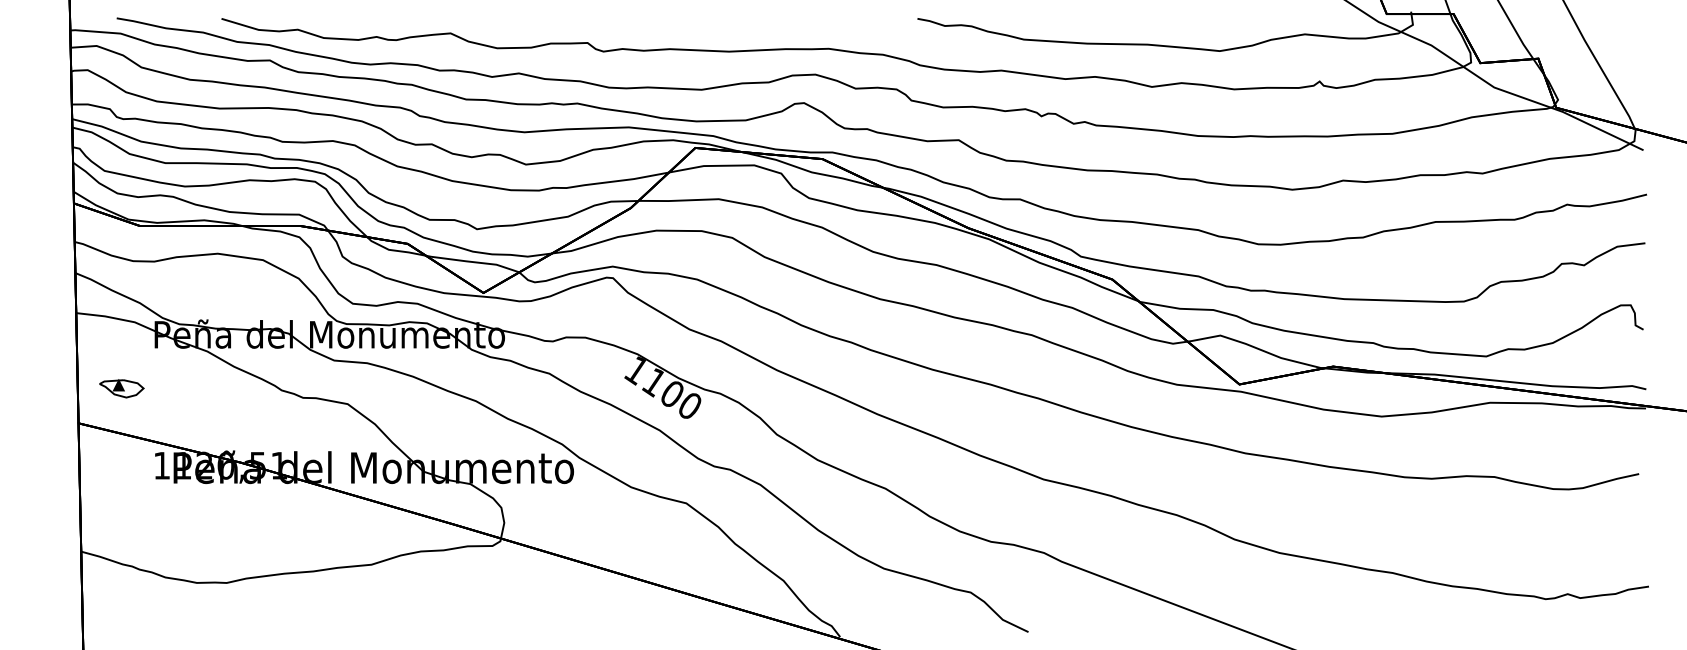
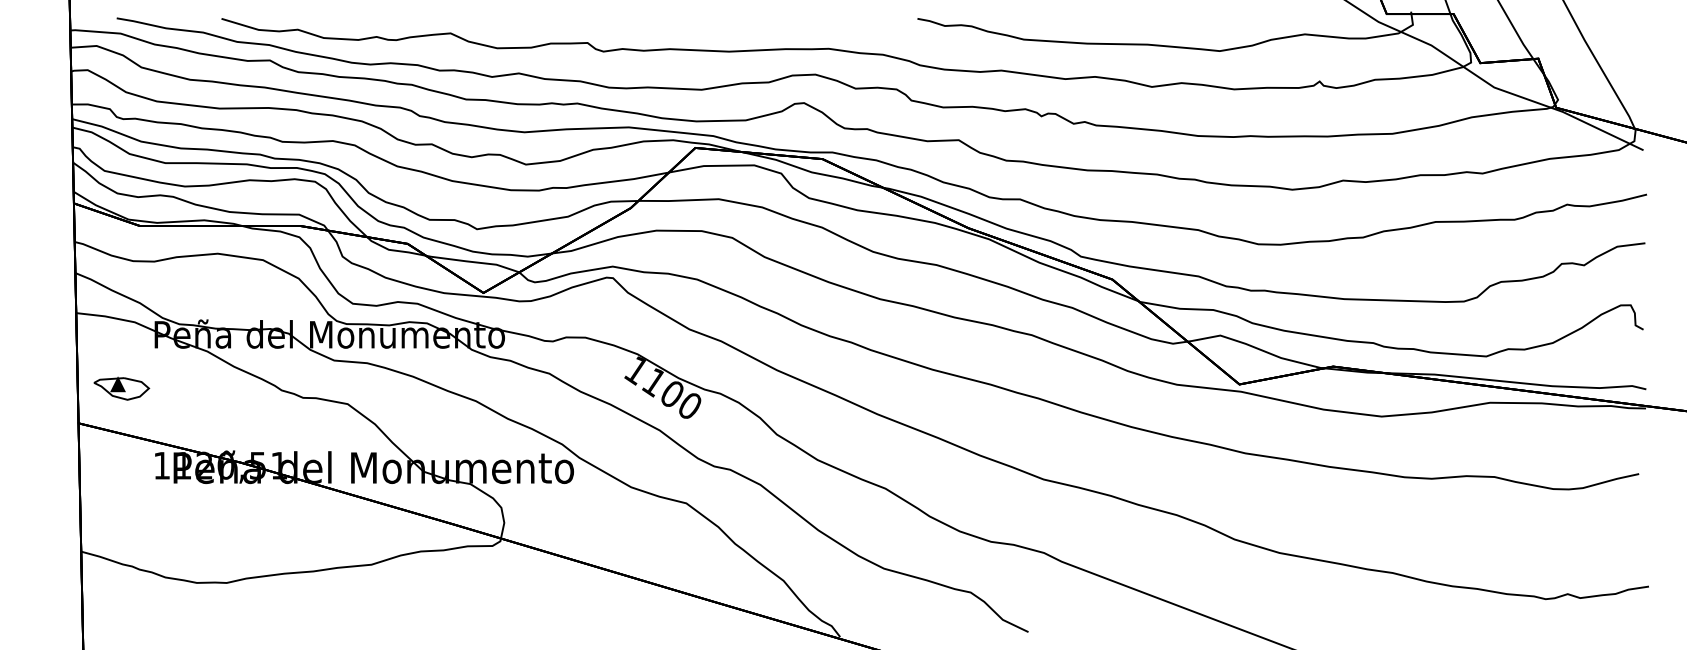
part at (121, 388) size: 46x20 px -> 58x25 px
